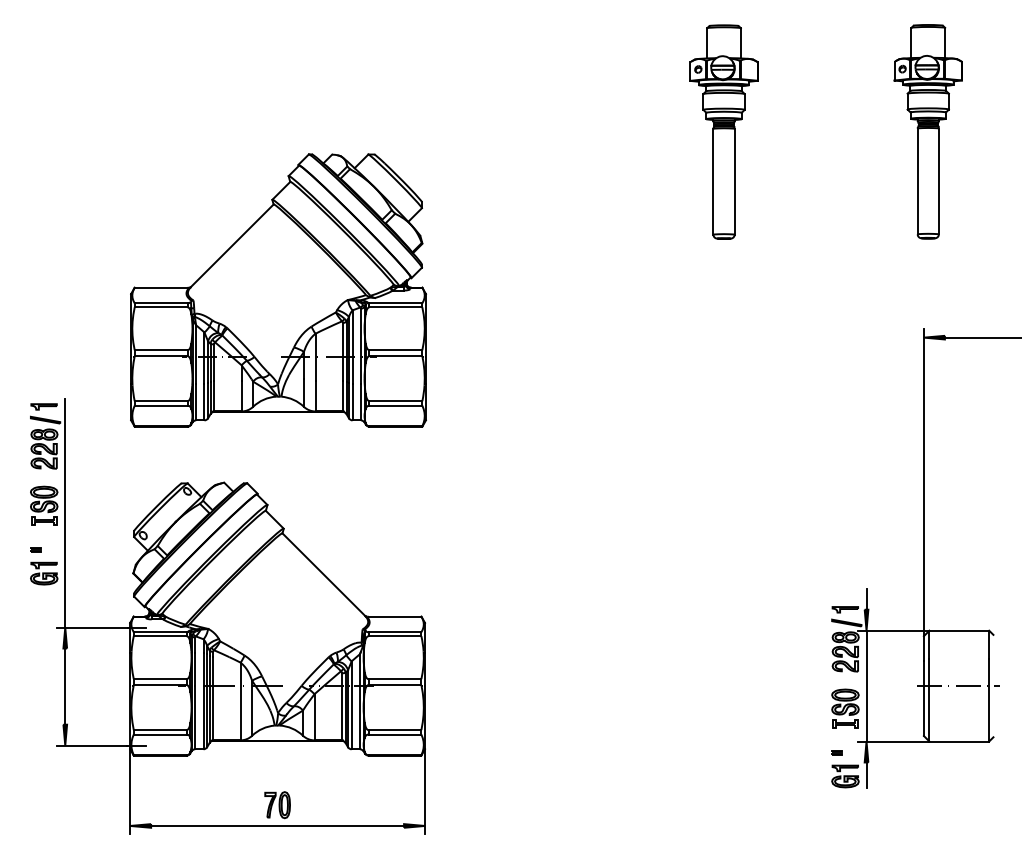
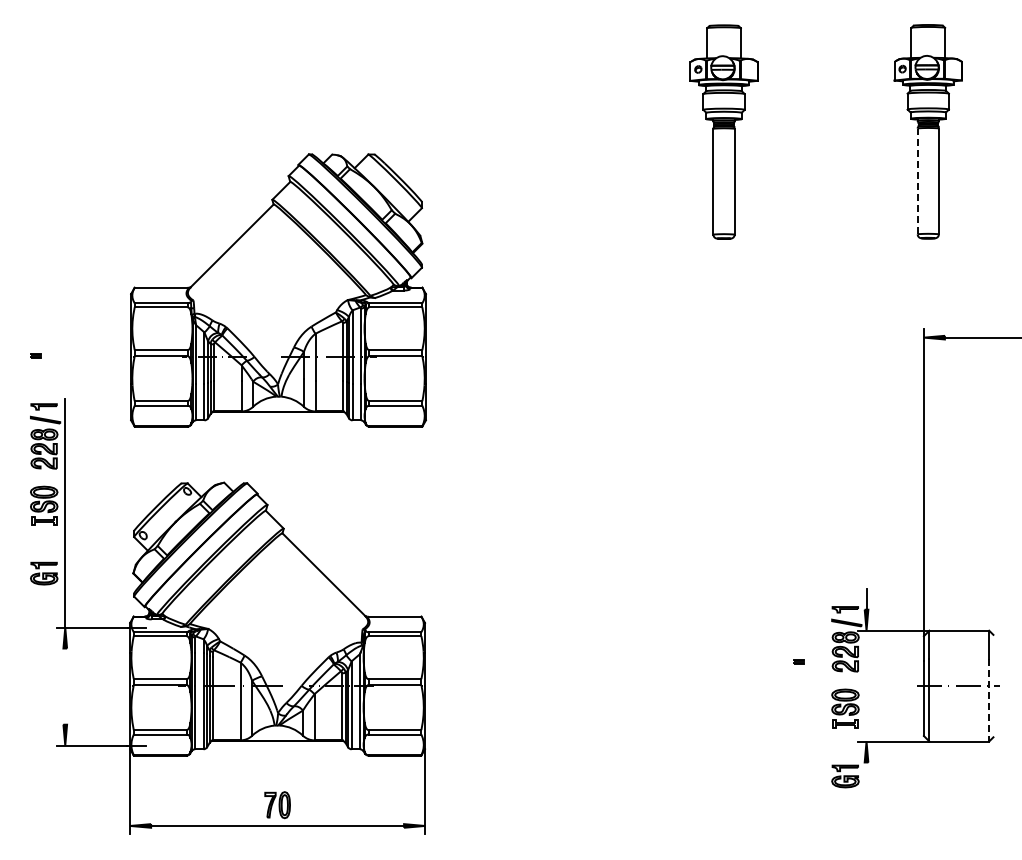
line at (917, 181): solid -> dashed
part at (35, 549) position: (35, 549) -> (35, 355)
line at (866, 685): present -> none
line at (65, 686): present -> none
line at (989, 700): solid -> dashed
part at (836, 752) position: (836, 752) -> (798, 661)
line at (866, 775): present -> none
